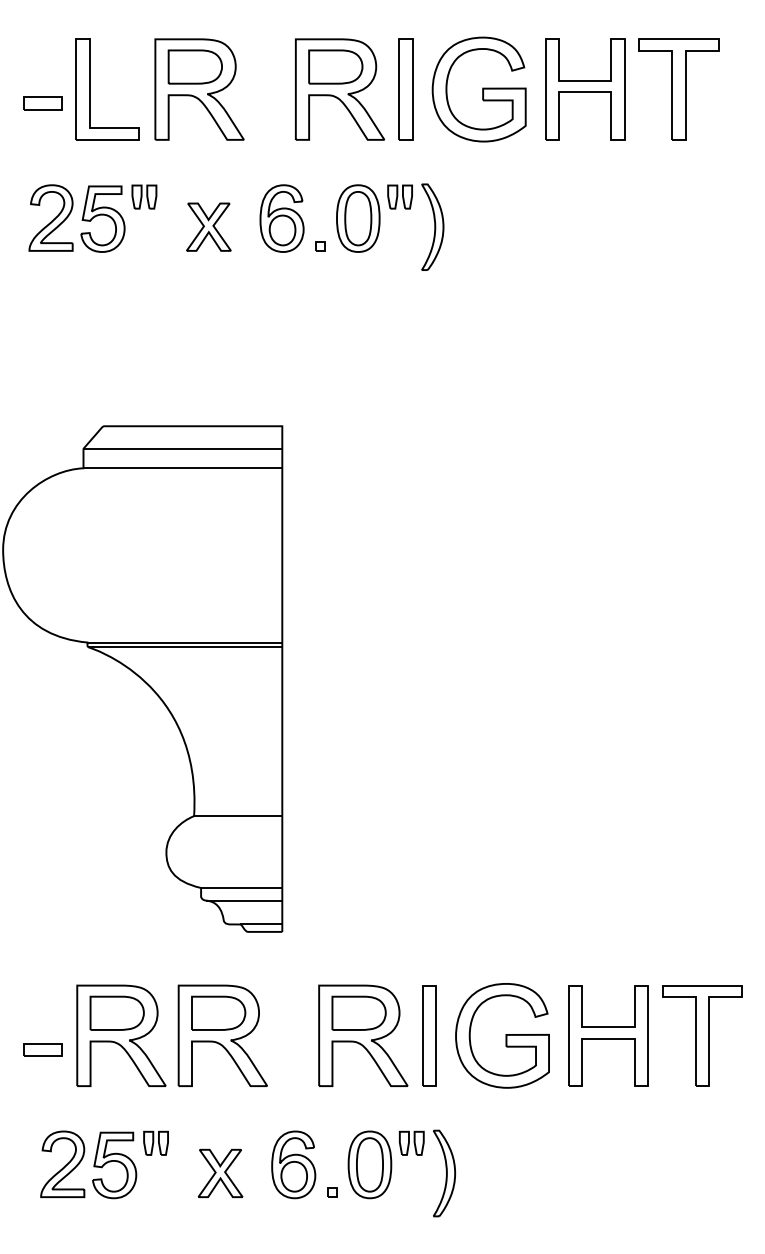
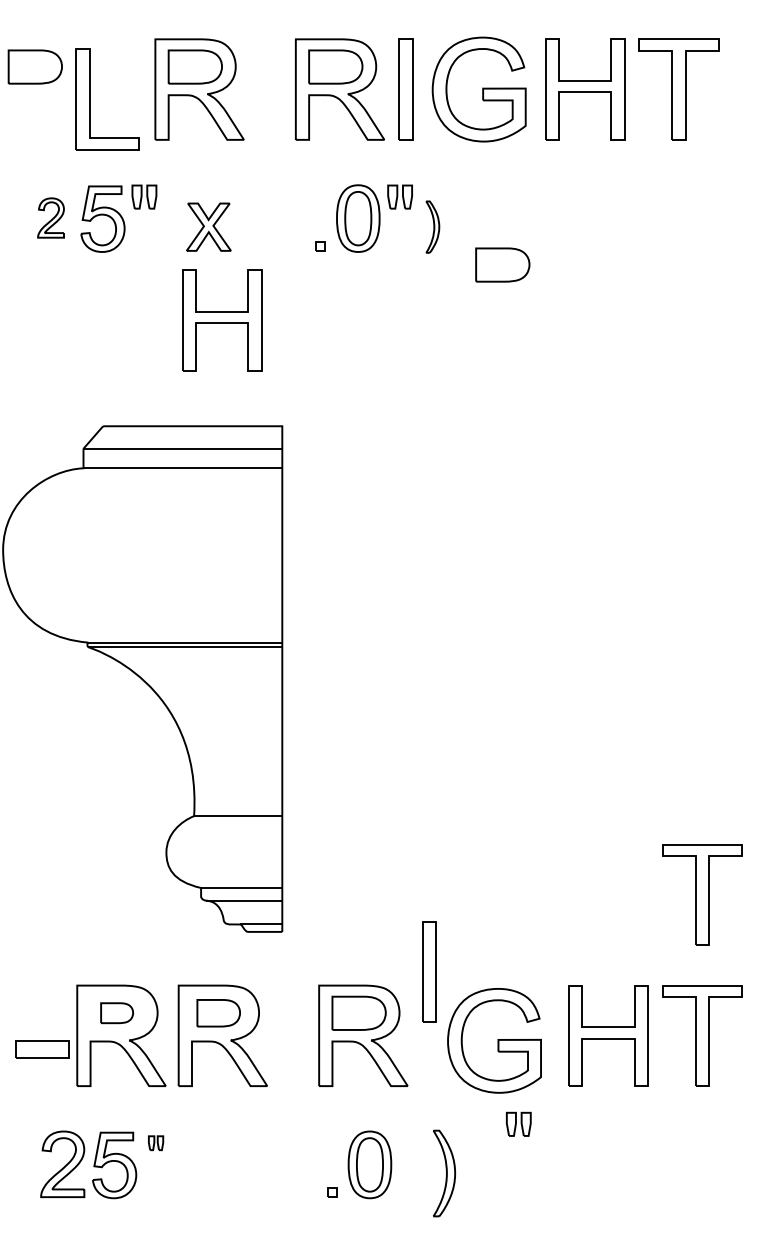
part at (34, 66): none -> present
part at (90, 89) position: (90, 89) -> (90, 99)
part at (42, 103): present -> none
part at (50, 217) size: 46x68 px -> 28x42 px
part at (281, 218): present -> none
part at (432, 226) size: 24x88 px -> 16x54 px
part at (502, 264): none -> present
part at (222, 320): none -> present
part at (702, 894): none -> present
part at (116, 1012) size: 56x36 px -> 34x23 px
part at (218, 1012) size: 56x36 px -> 45x29 px
part at (429, 1035) position: (429, 1035) -> (429, 971)
part at (502, 1035) position: (502, 1035) -> (494, 1040)
part at (42, 1049) size: 40x14 px -> 55x19 px
part at (155, 1142) size: 26x26 px -> 17x17 px
part at (411, 1142) position: (411, 1142) -> (518, 1123)
part at (293, 1164): present -> none
part at (220, 1172): present -> none
